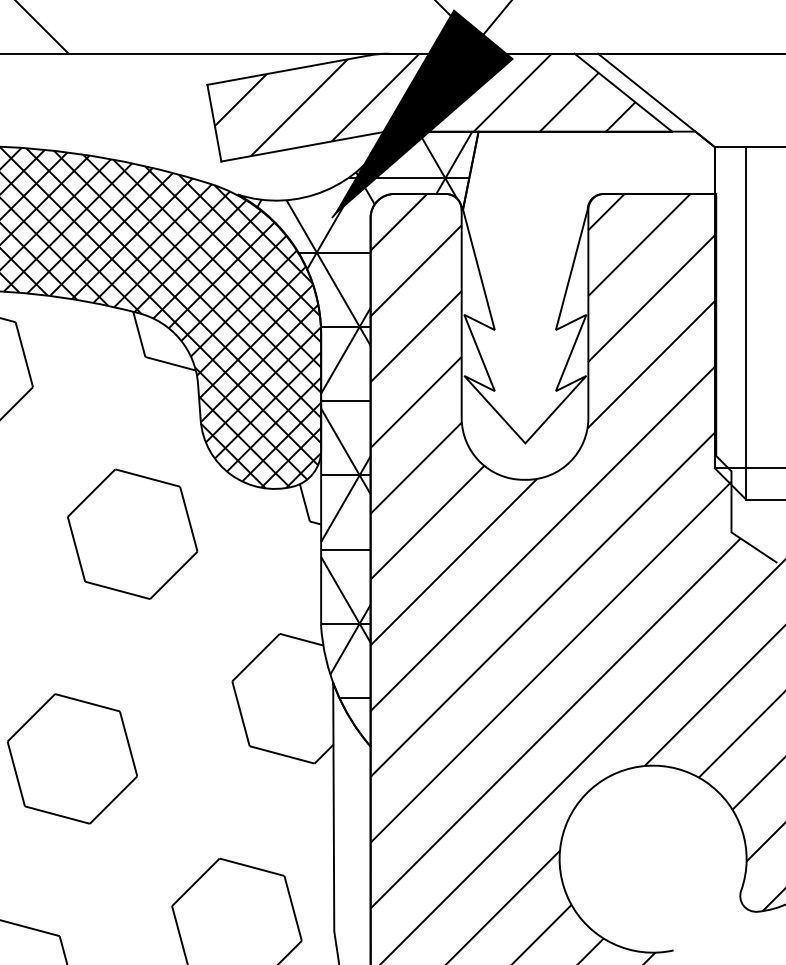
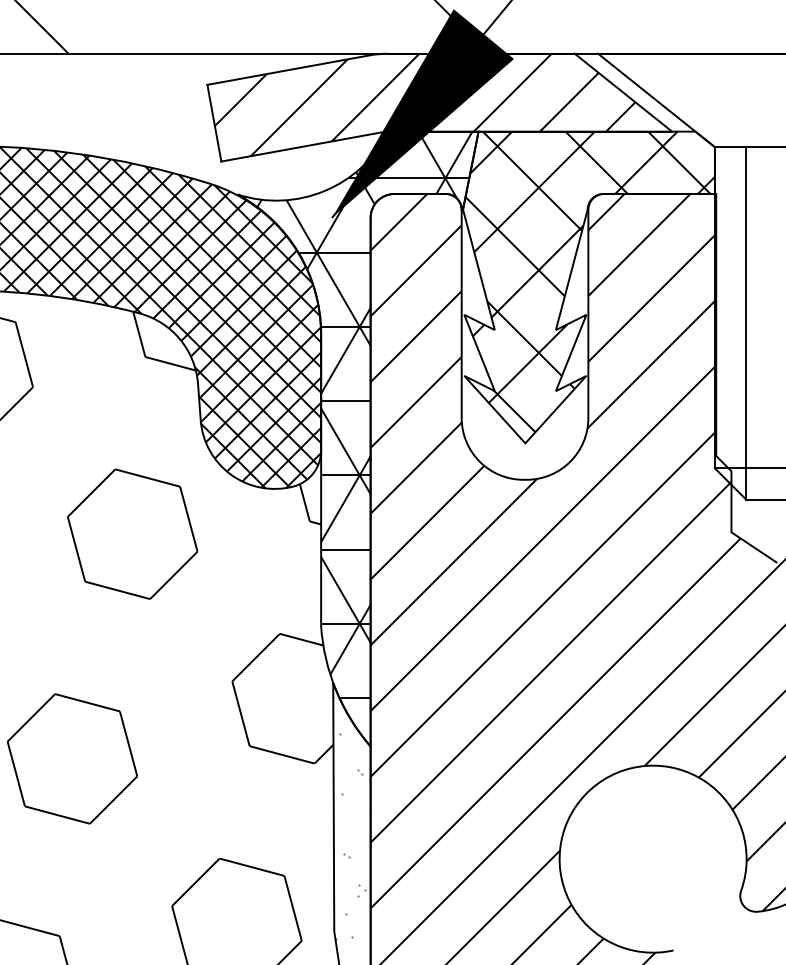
hatch at (589, 281): none -> present
hatch at (351, 818): none -> present
